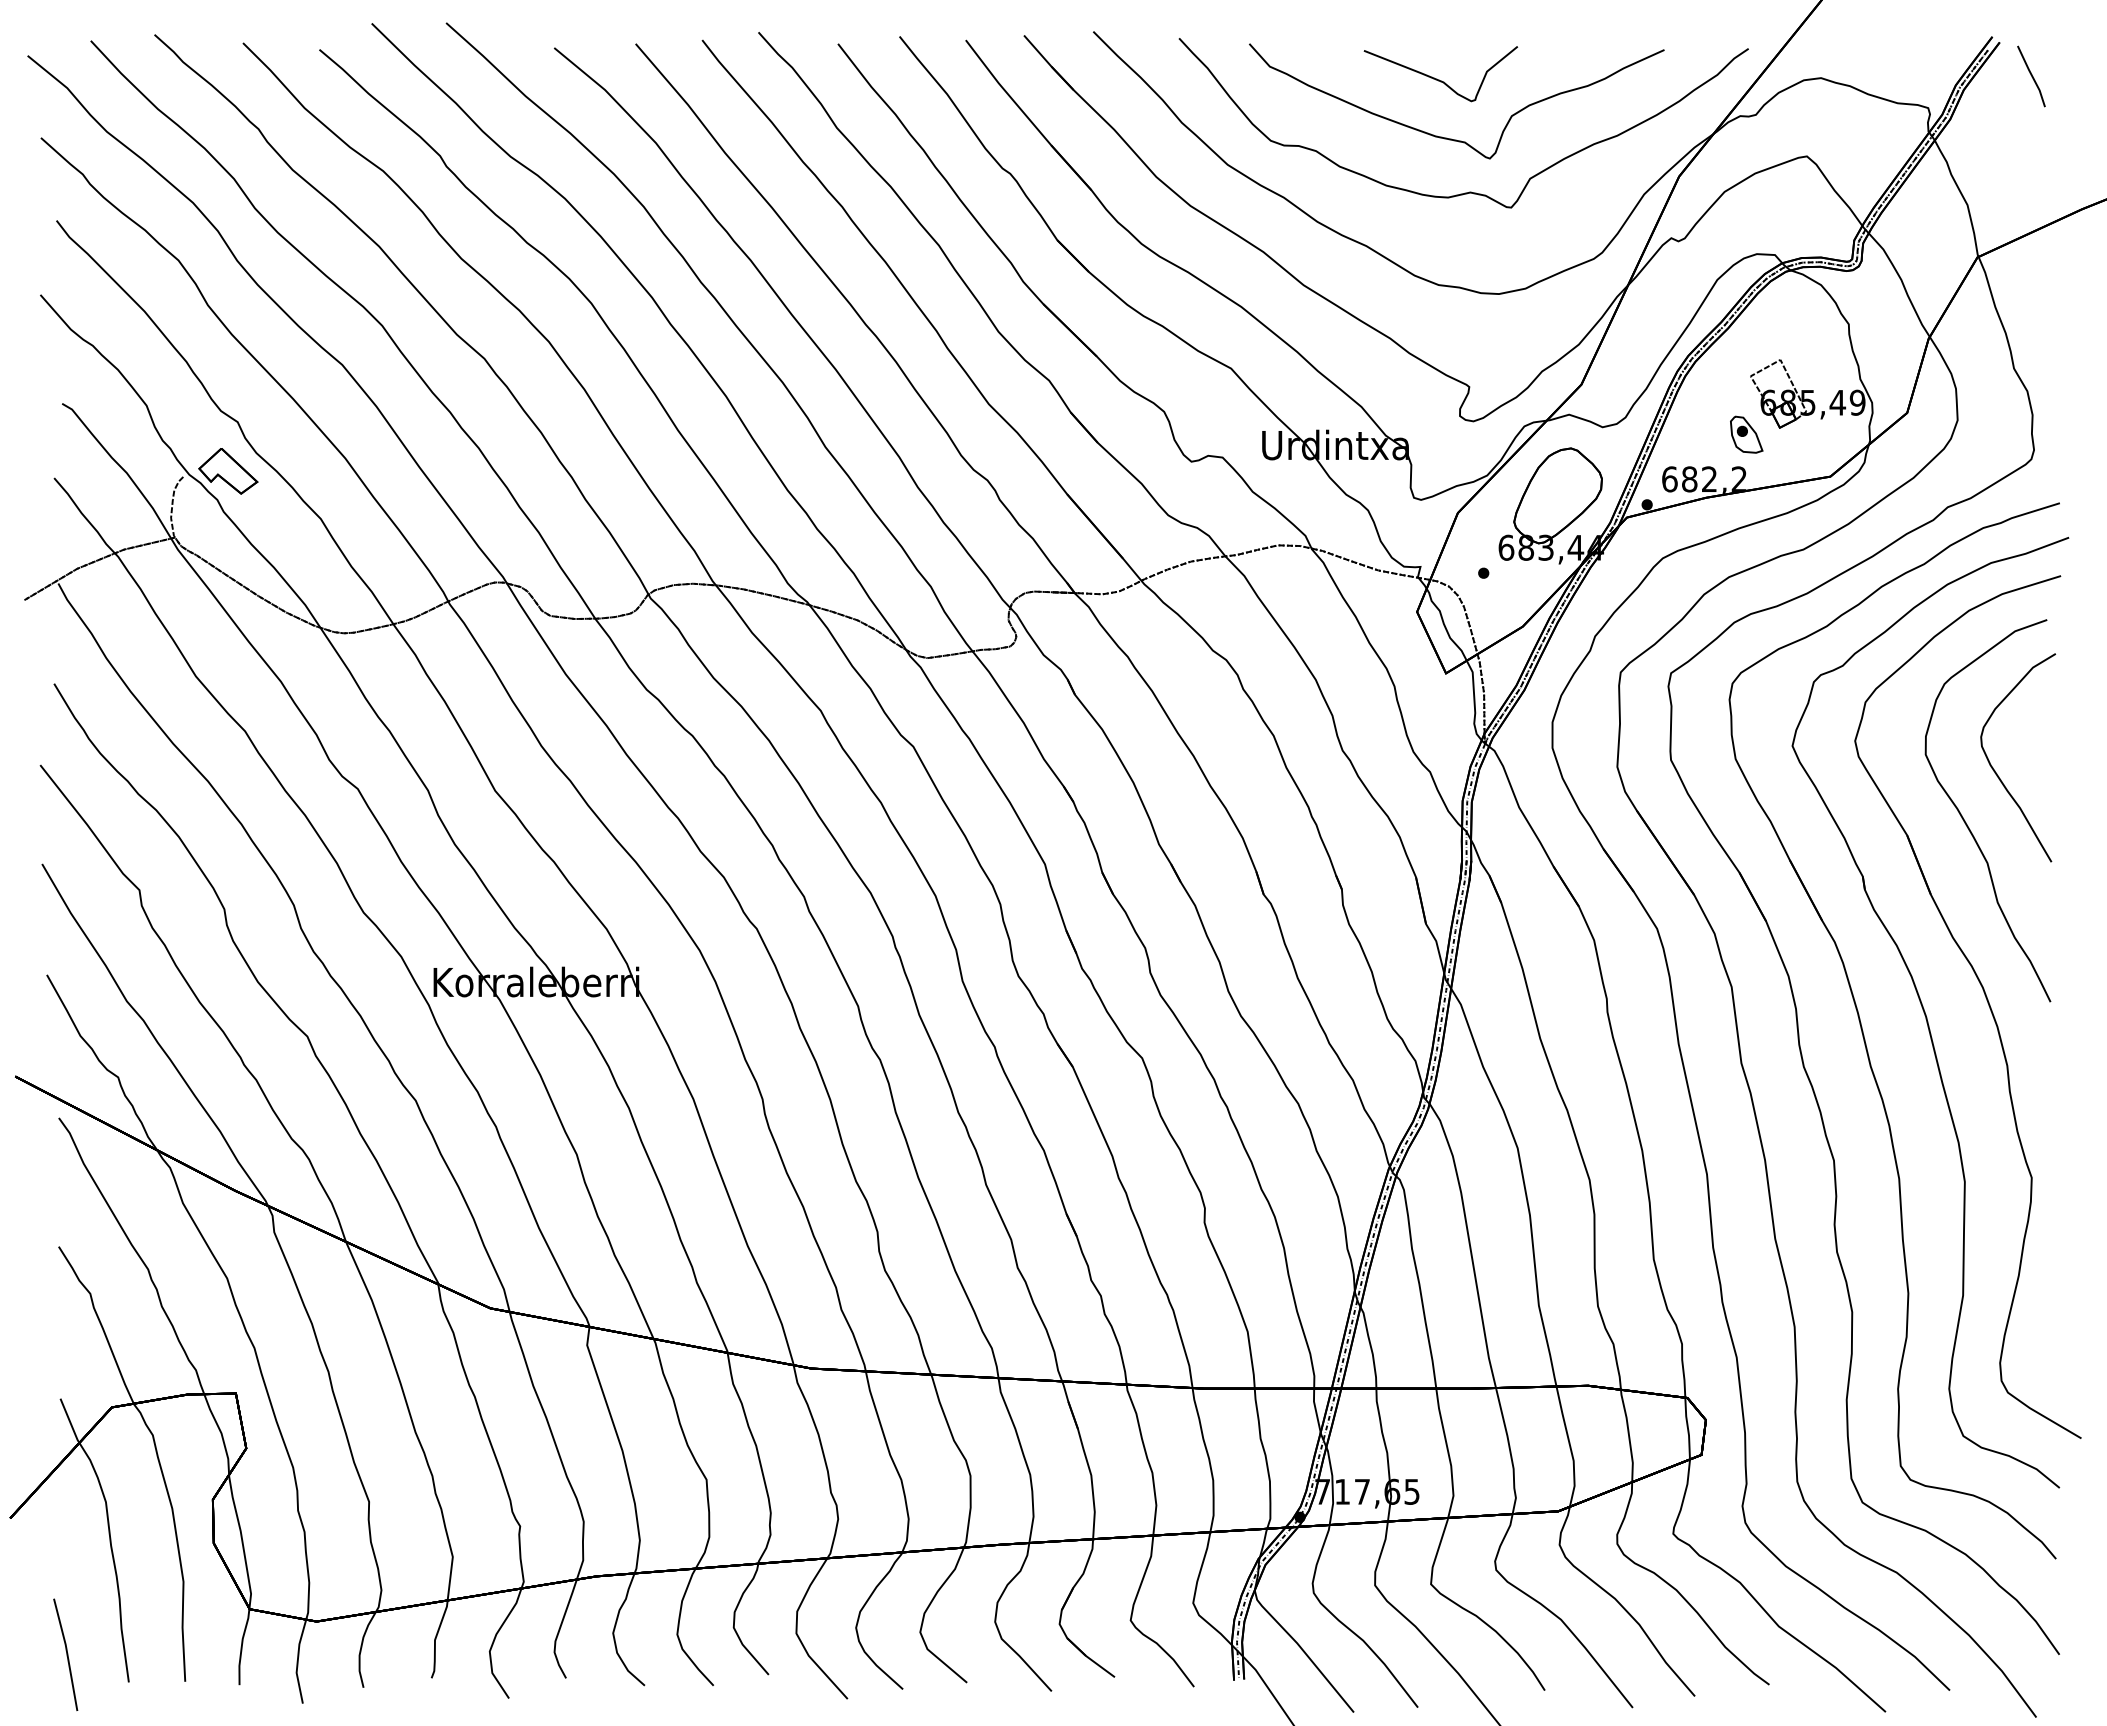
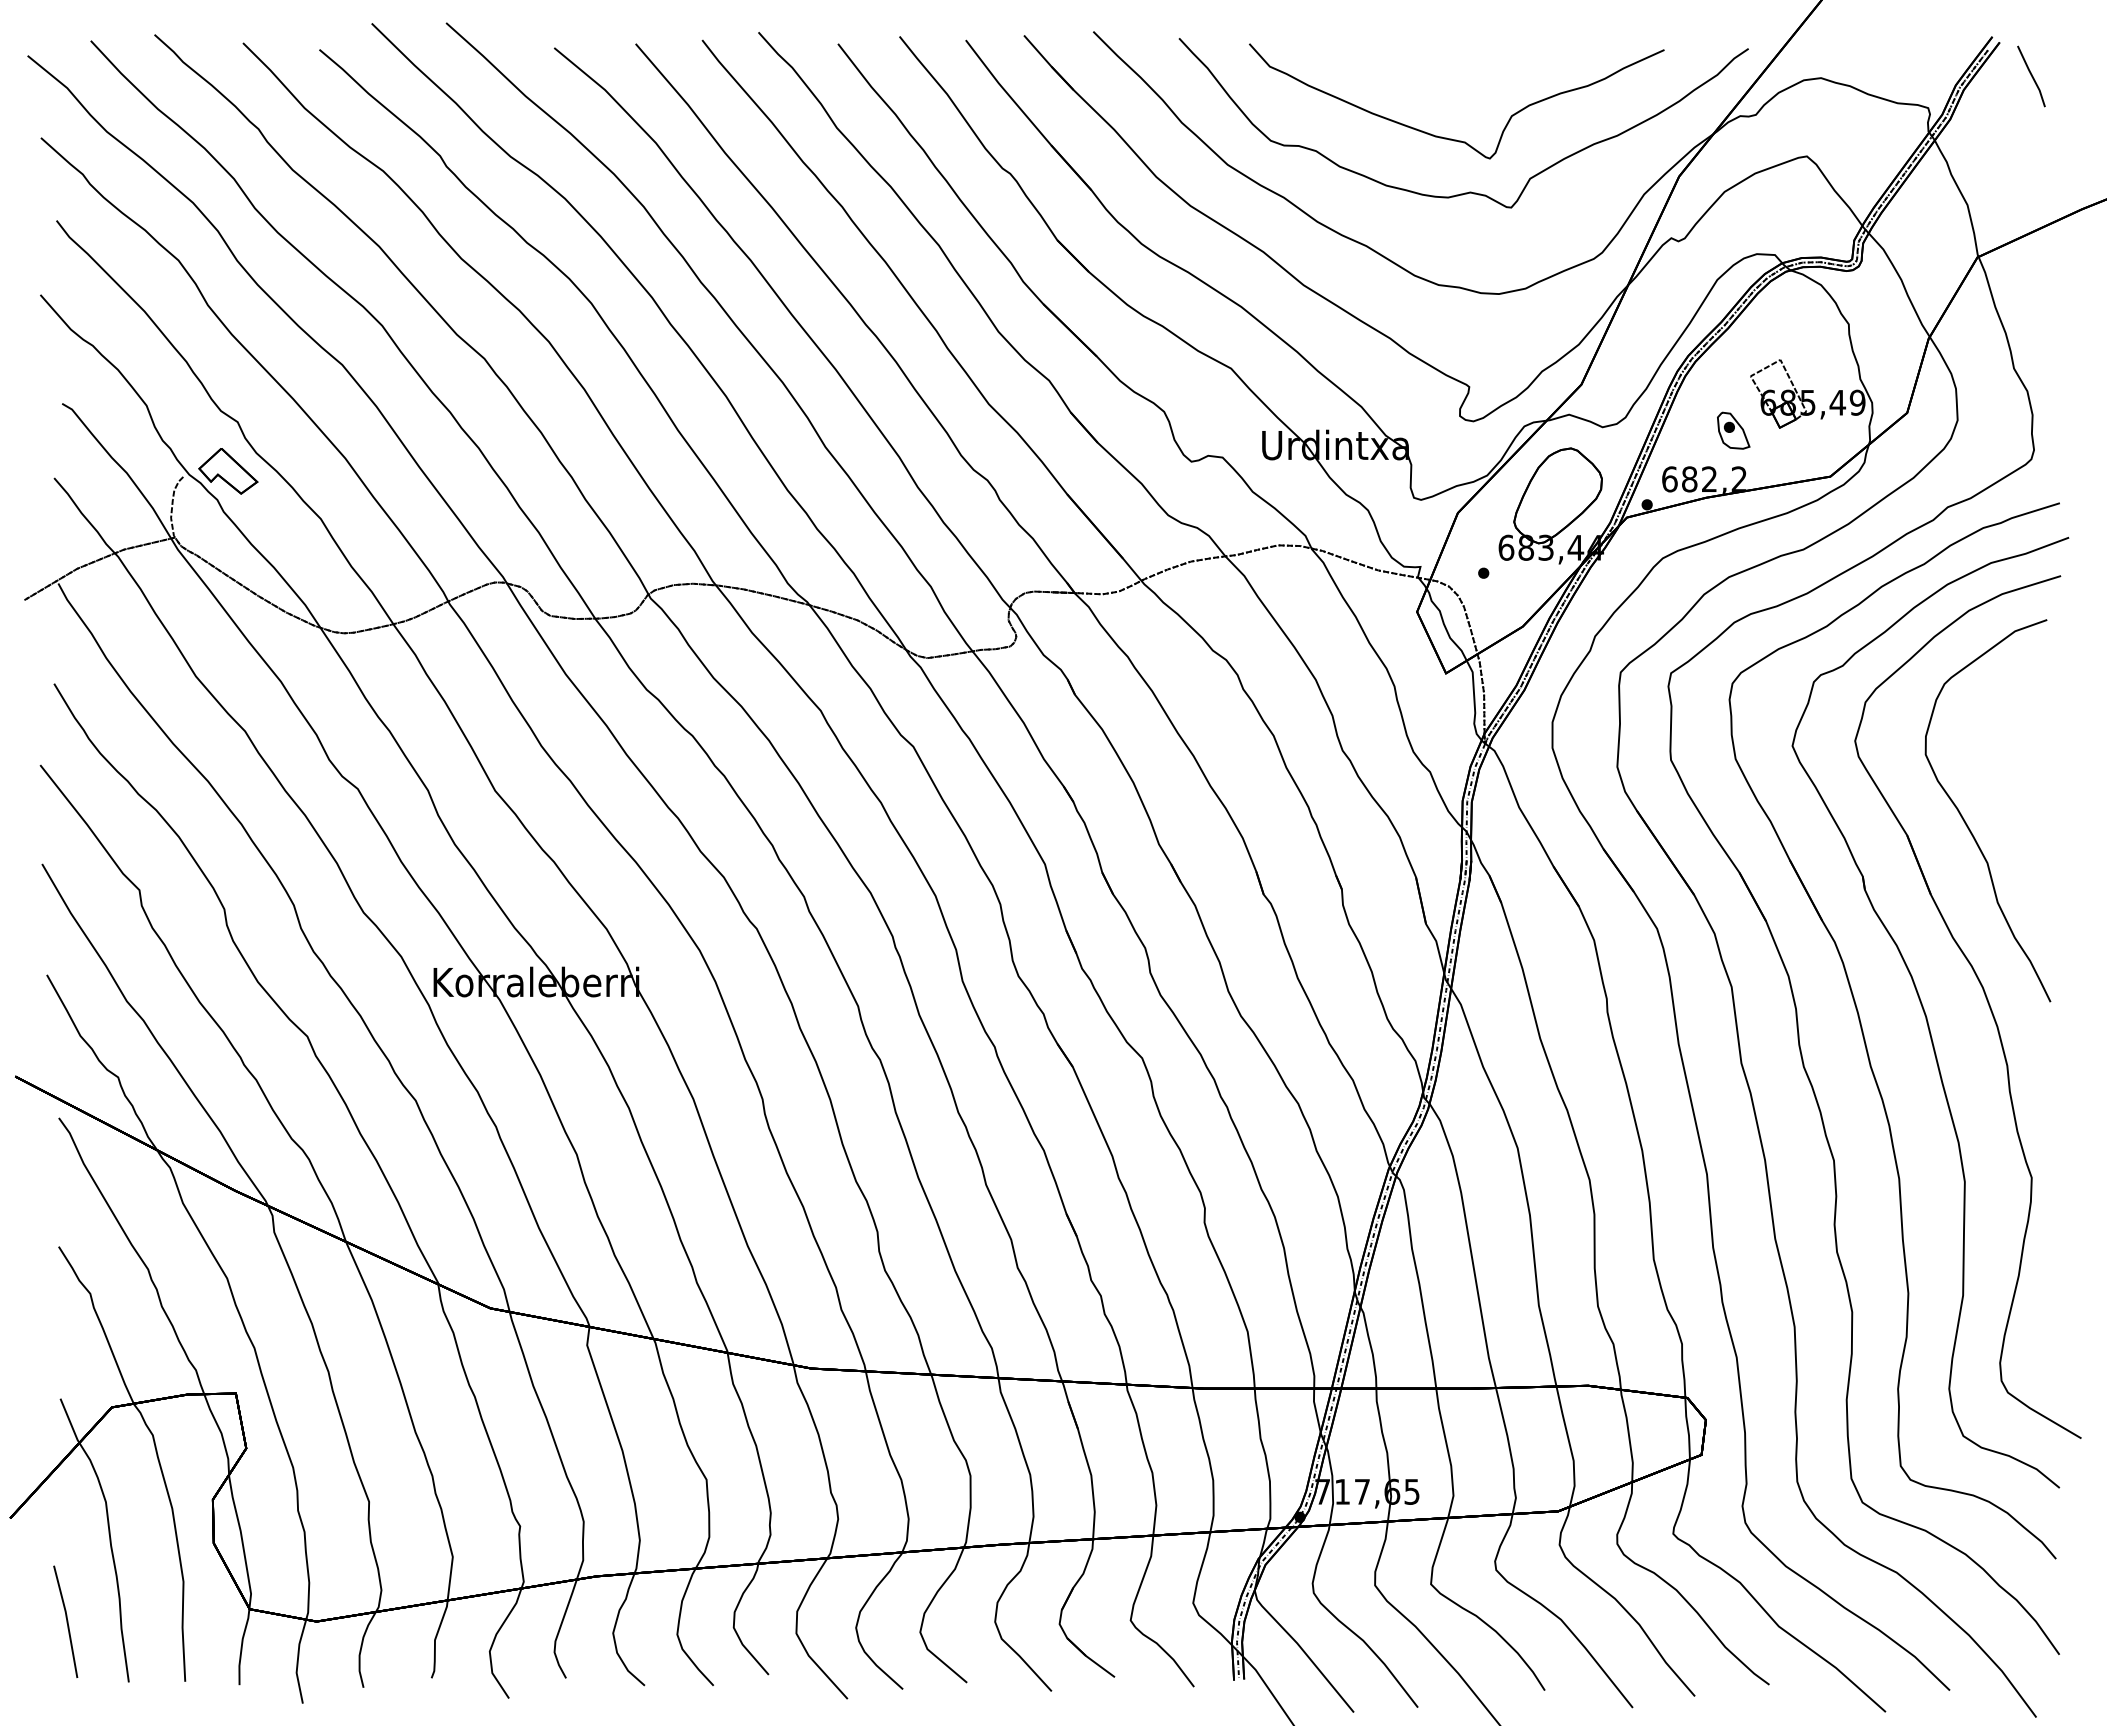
curve at (1439, 79): present -> none
part at (1746, 434) position: (1746, 434) -> (1733, 430)
curve at (1995, 770): present -> none
line at (66, 1654) position: (66, 1654) -> (66, 1621)
